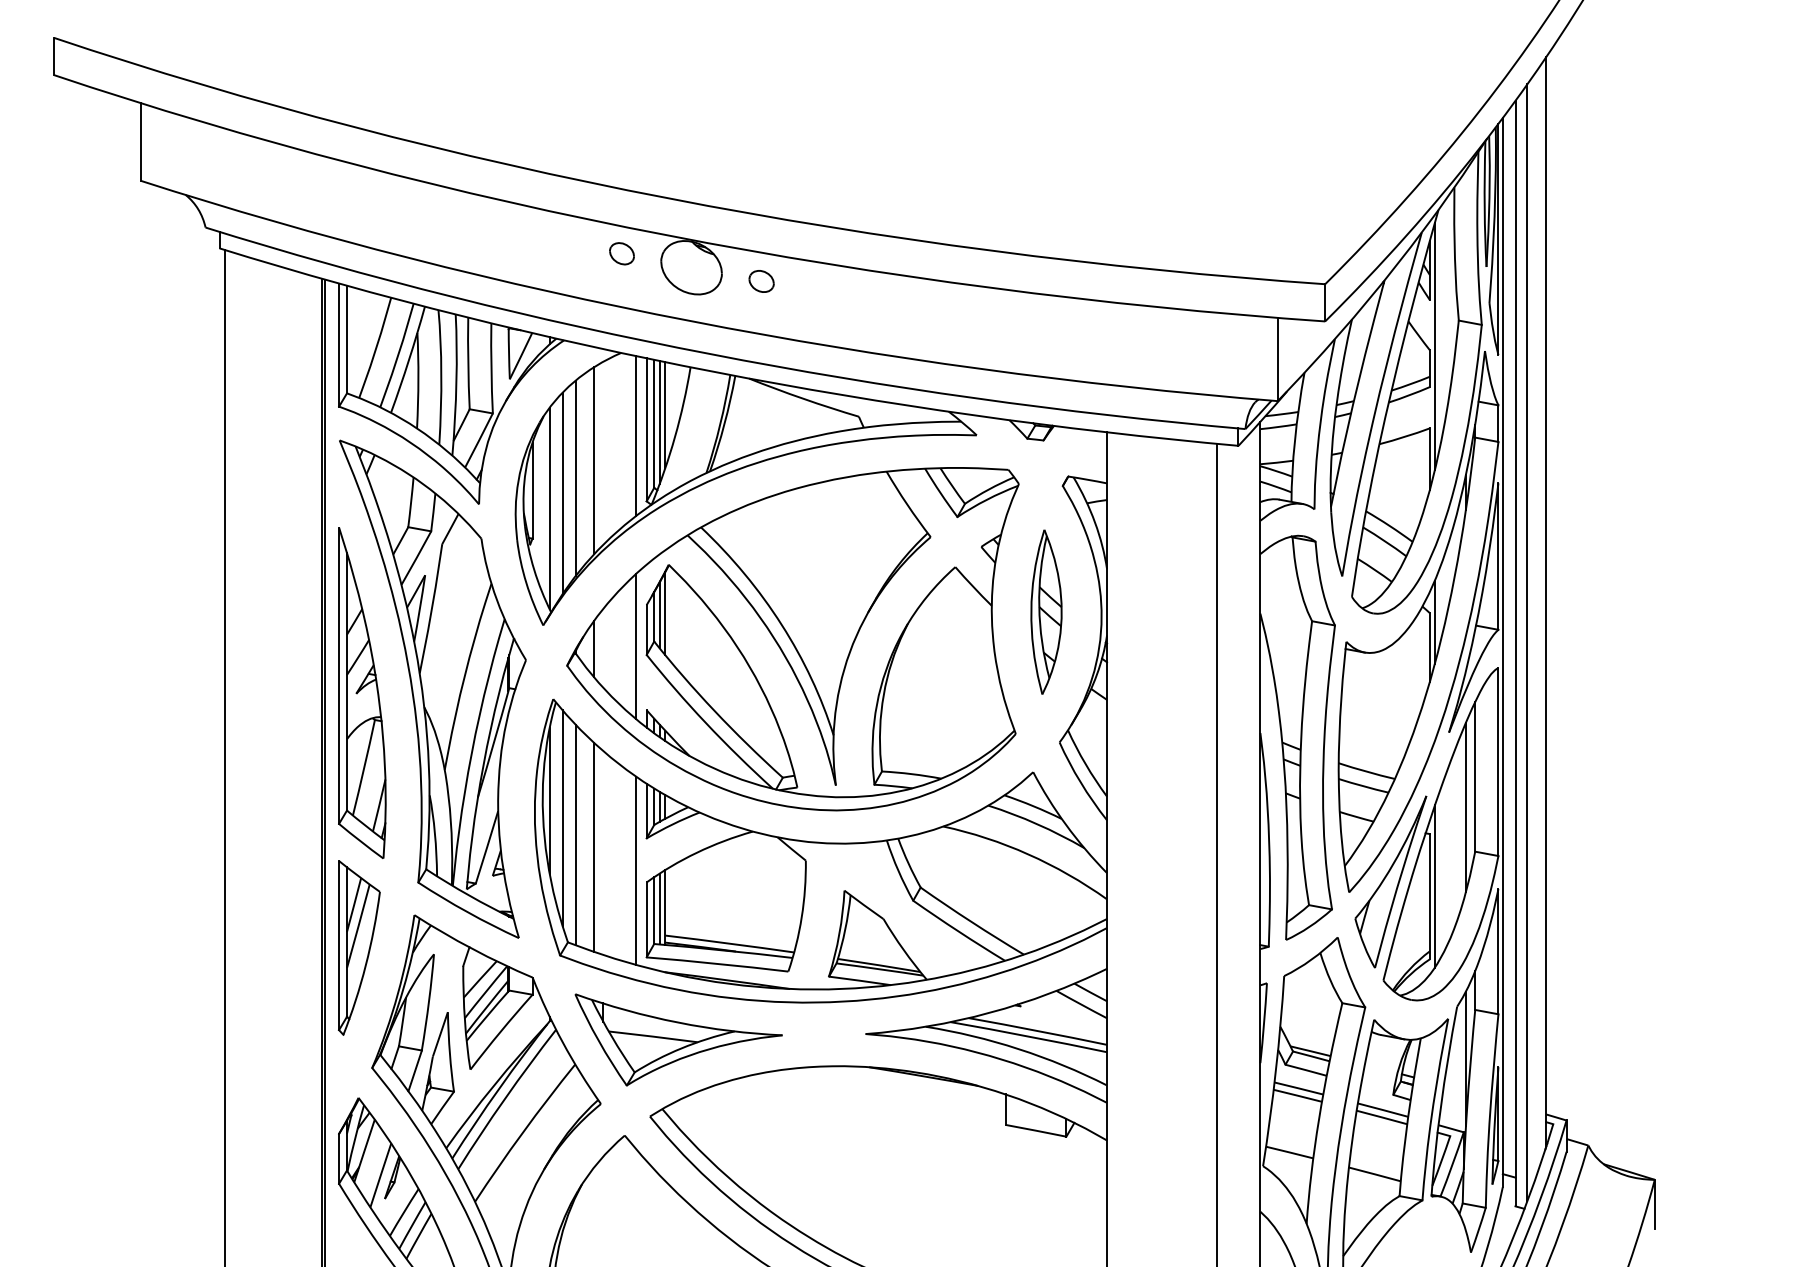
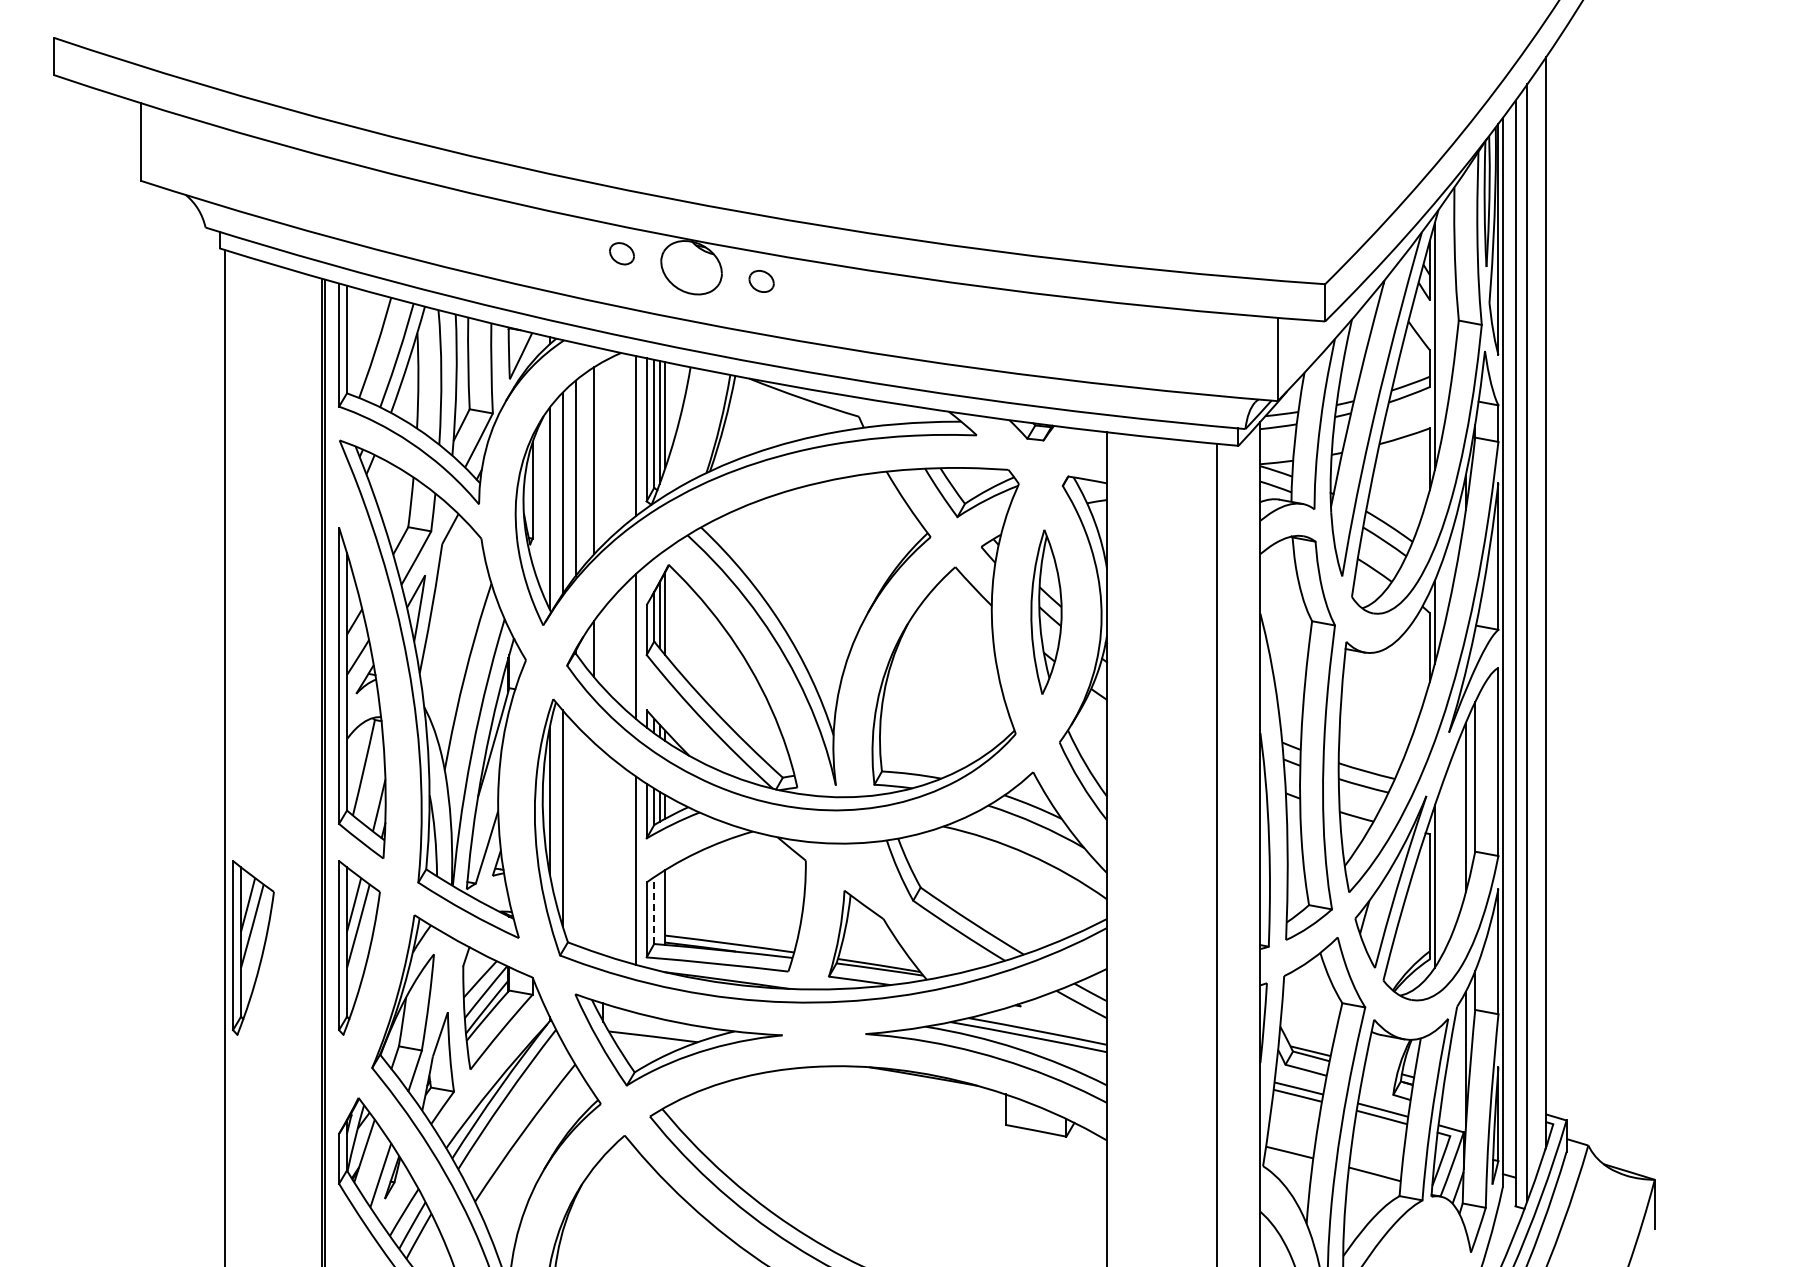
line at (575, 834): present -> none
line at (594, 846): present -> none
line at (659, 908): present -> none
line at (654, 910): solid -> dashed
part at (253, 947): none -> present
